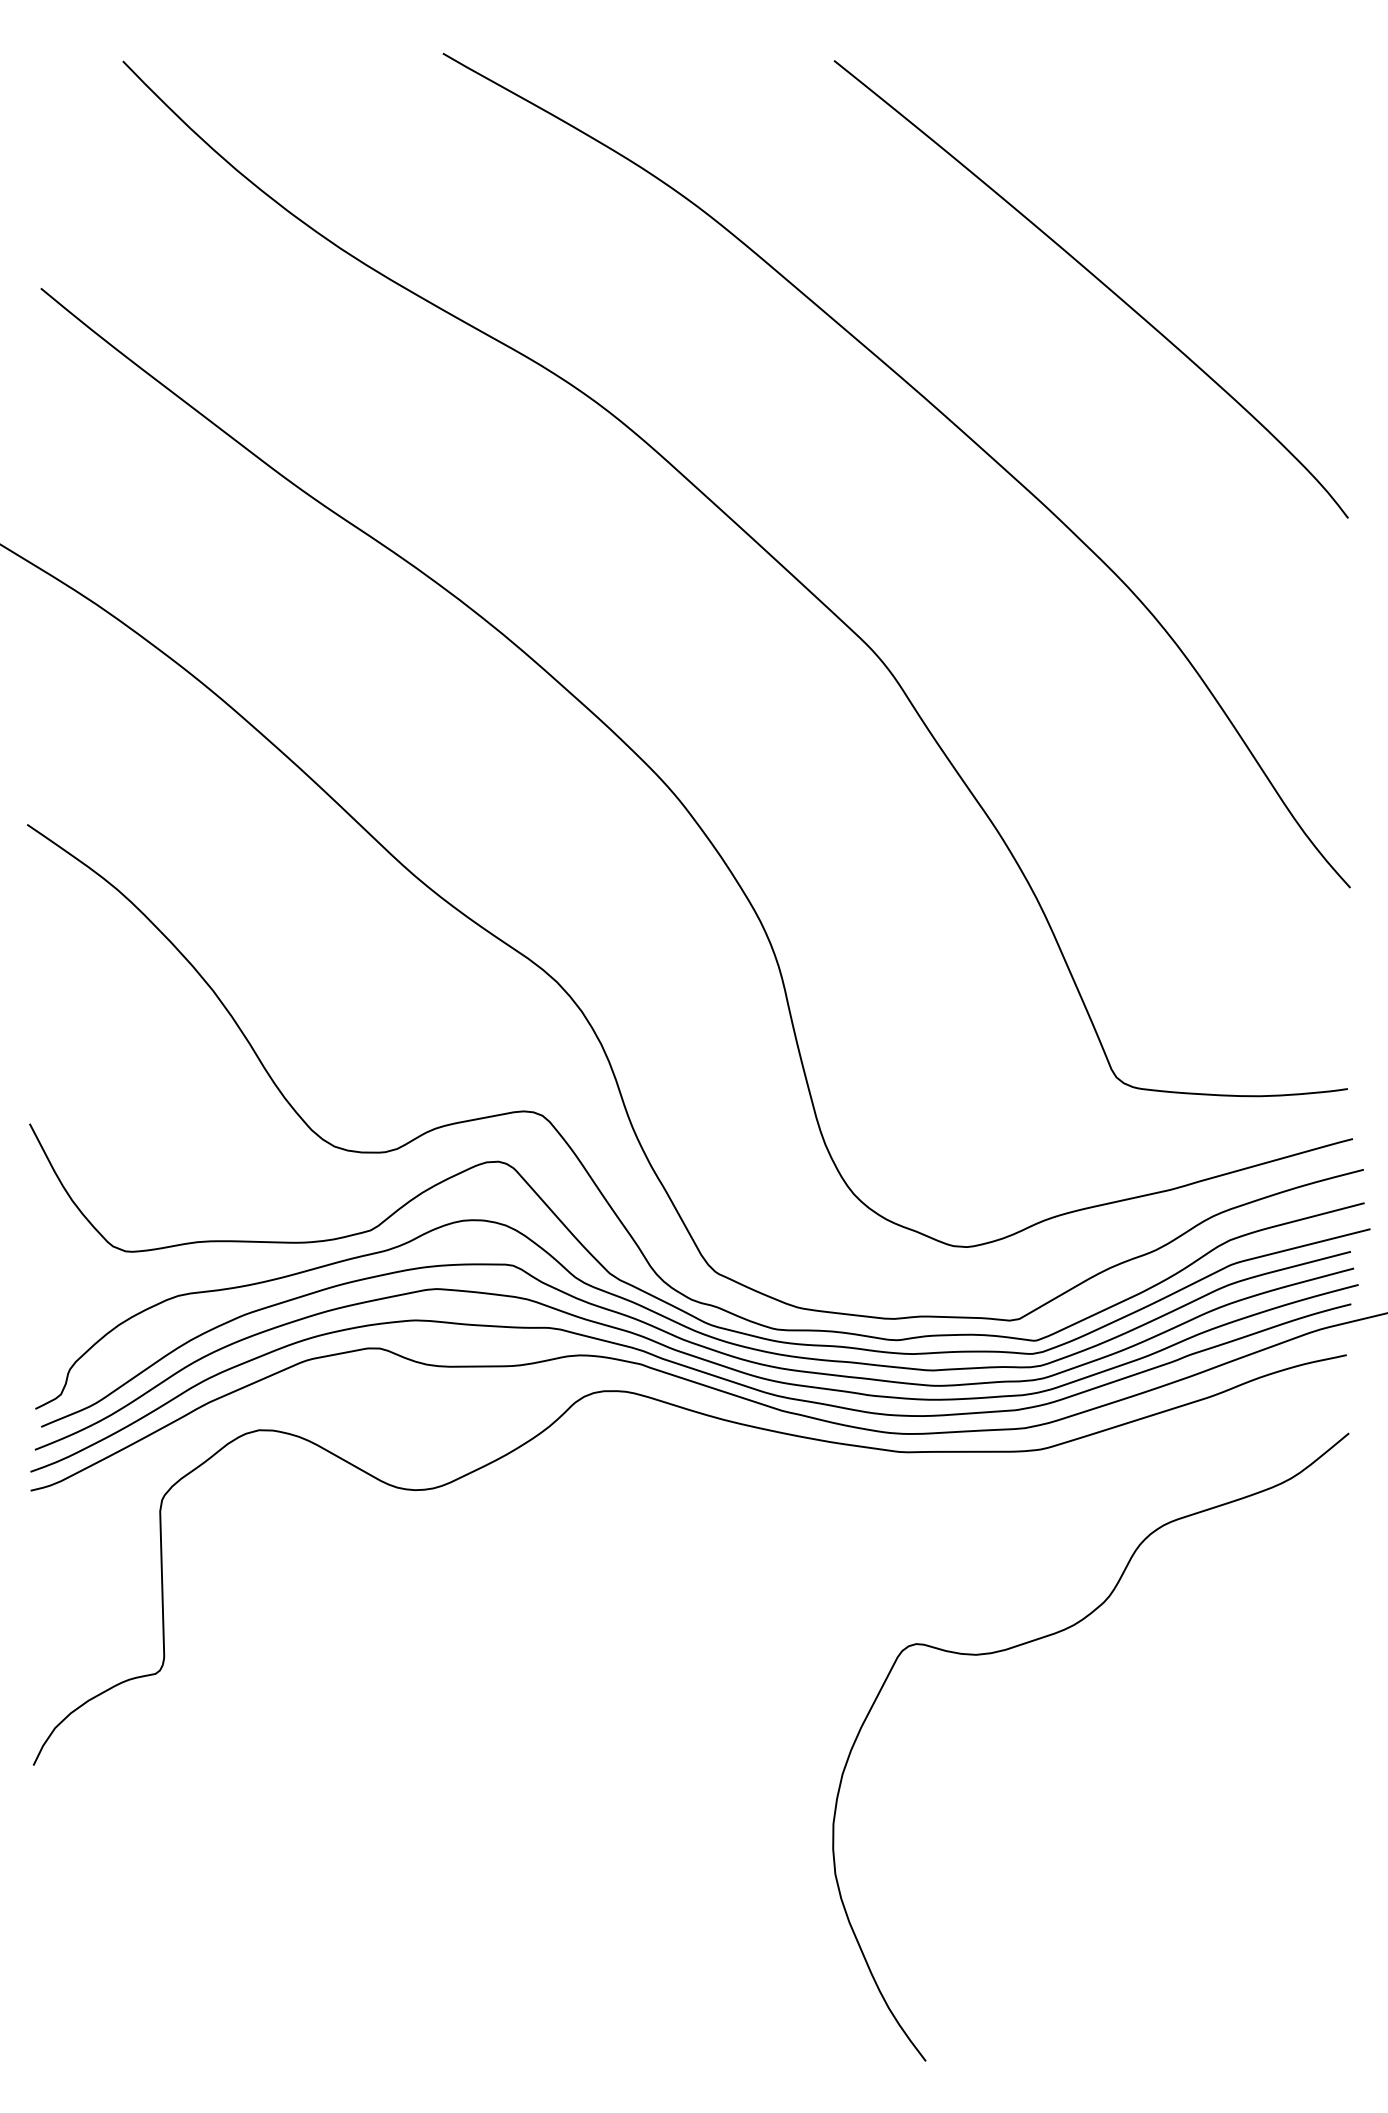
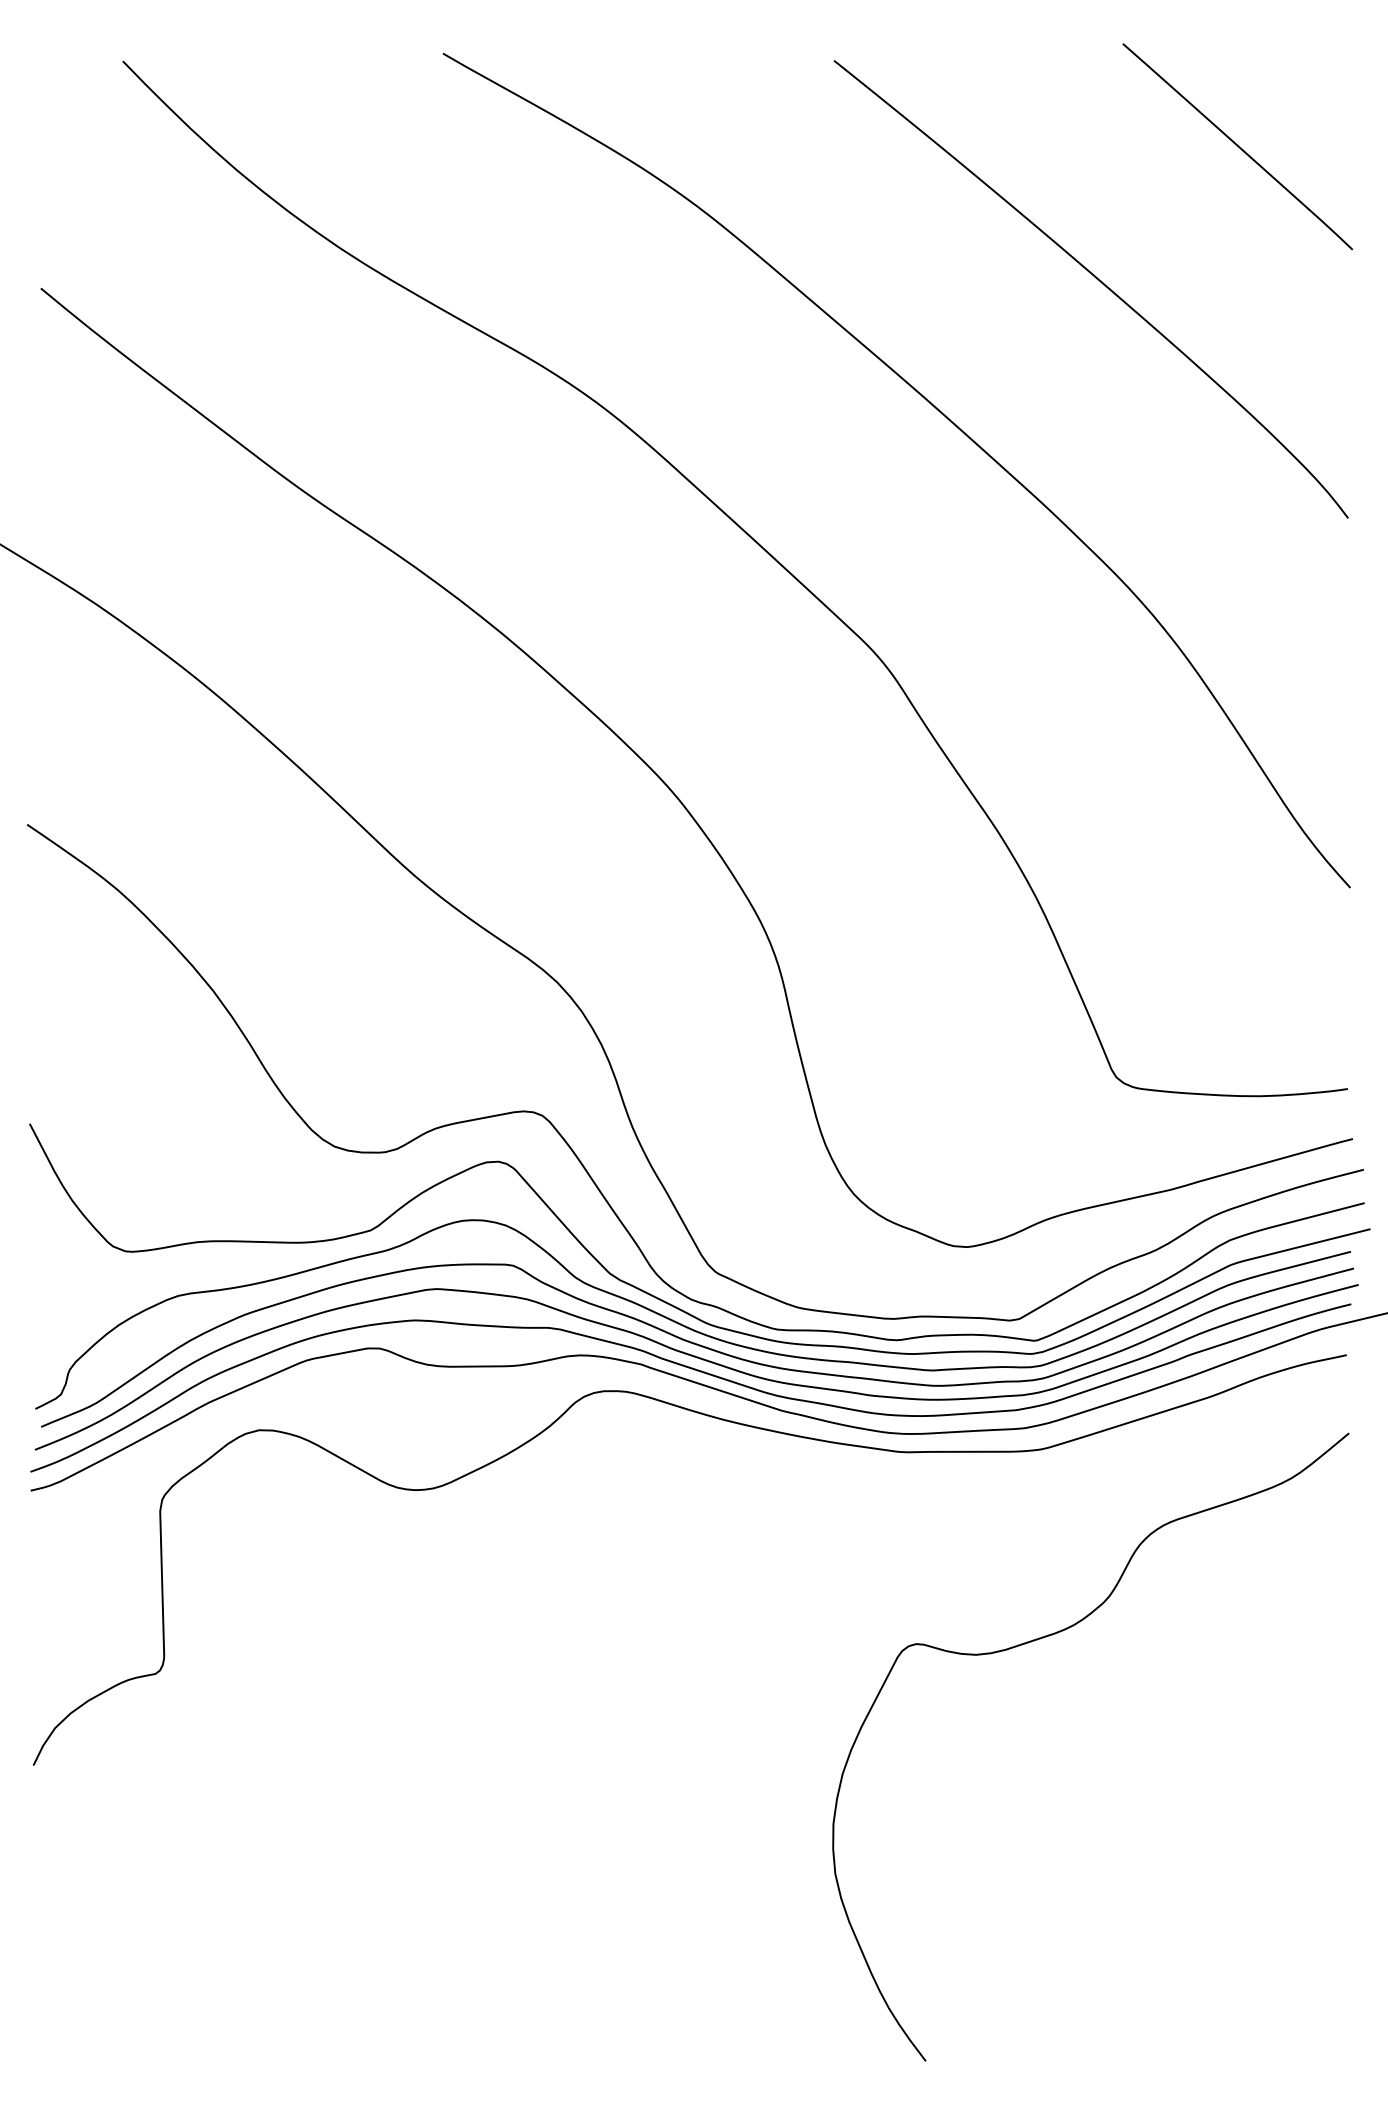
curve at (1237, 146): none -> present
